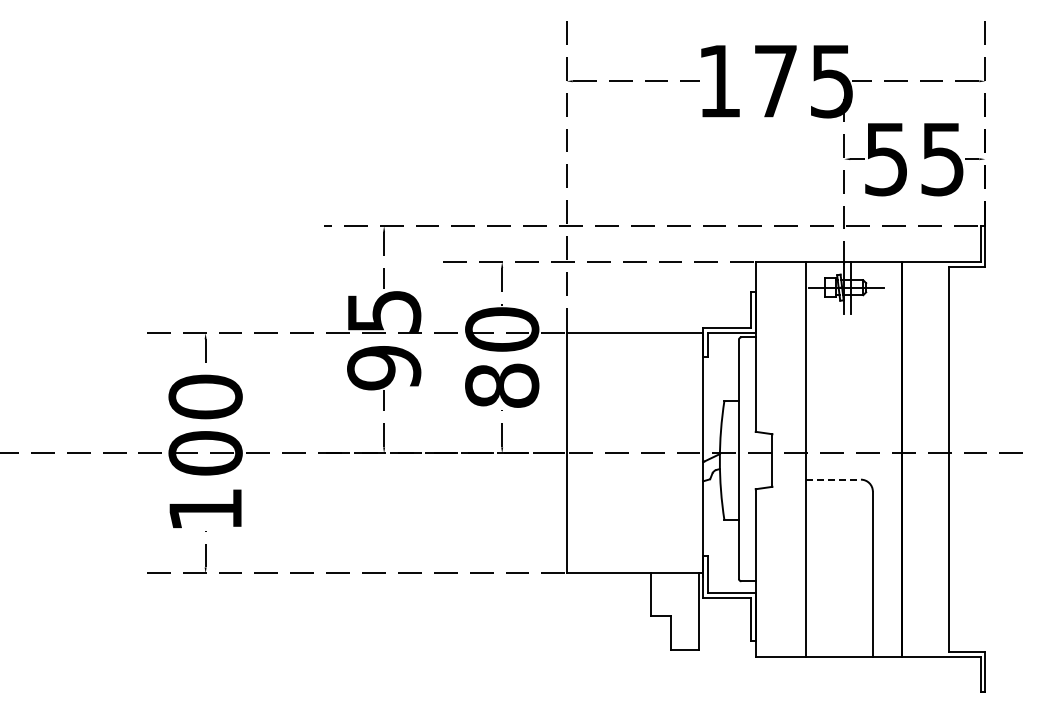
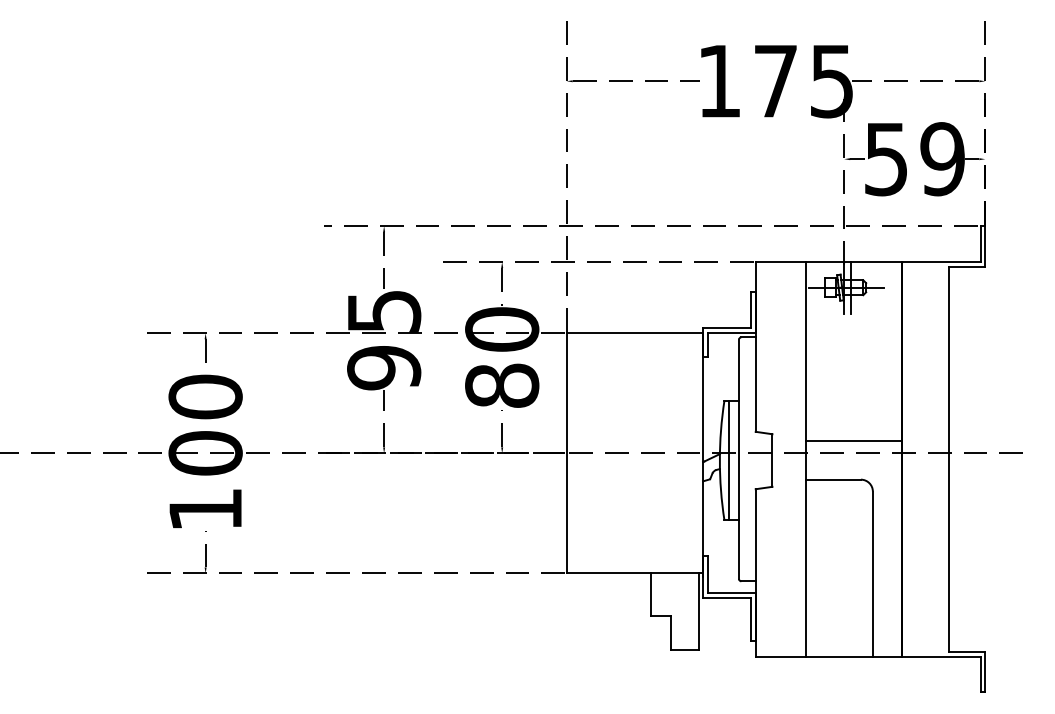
text at (942, 159): 55 -> 59
line at (853, 441): none -> present
line at (729, 460): none -> present
line at (833, 479): dashed -> solid
